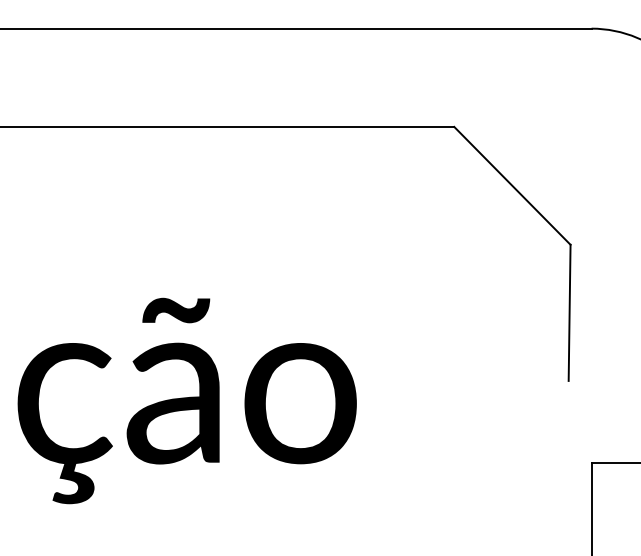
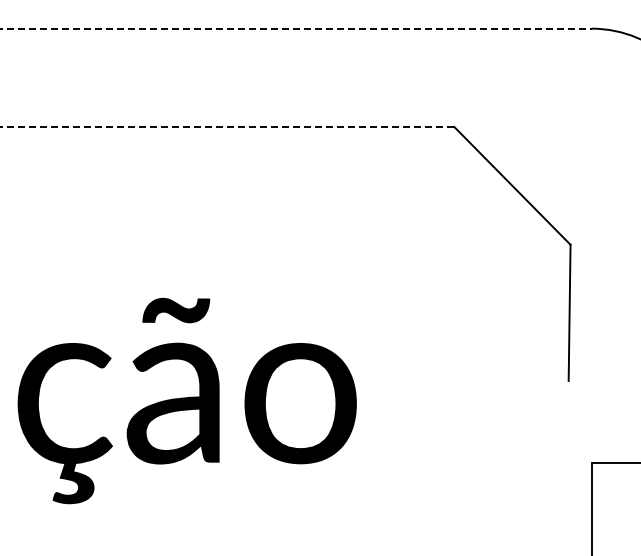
line at (296, 28): solid -> dashed
line at (227, 126): solid -> dashed
